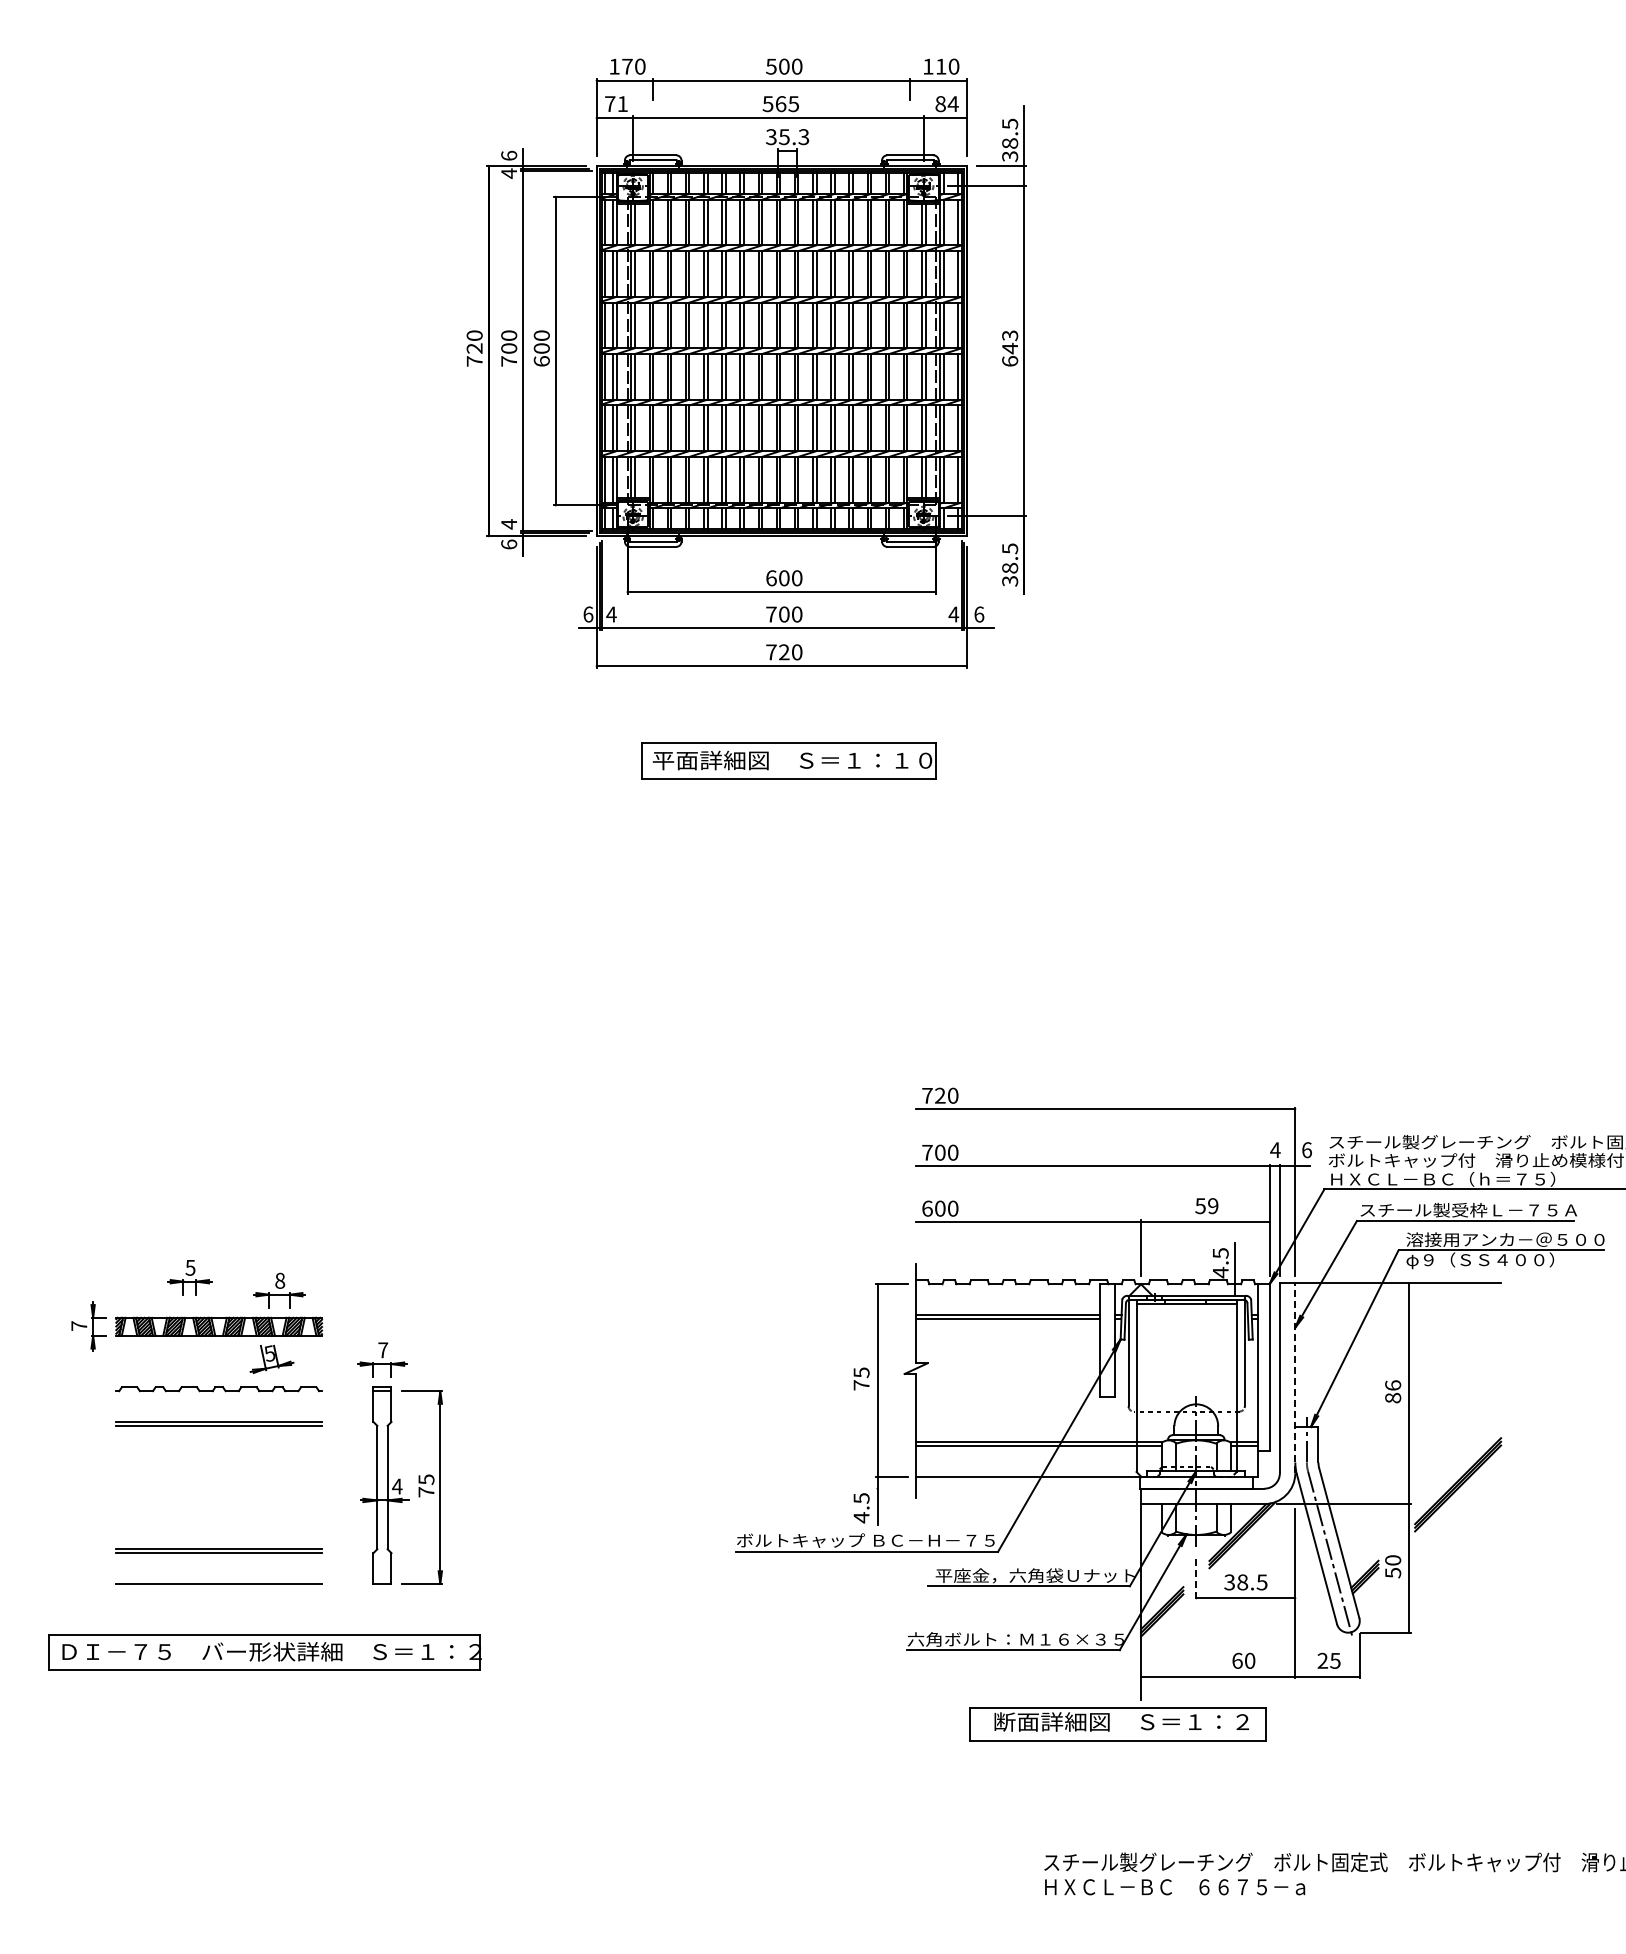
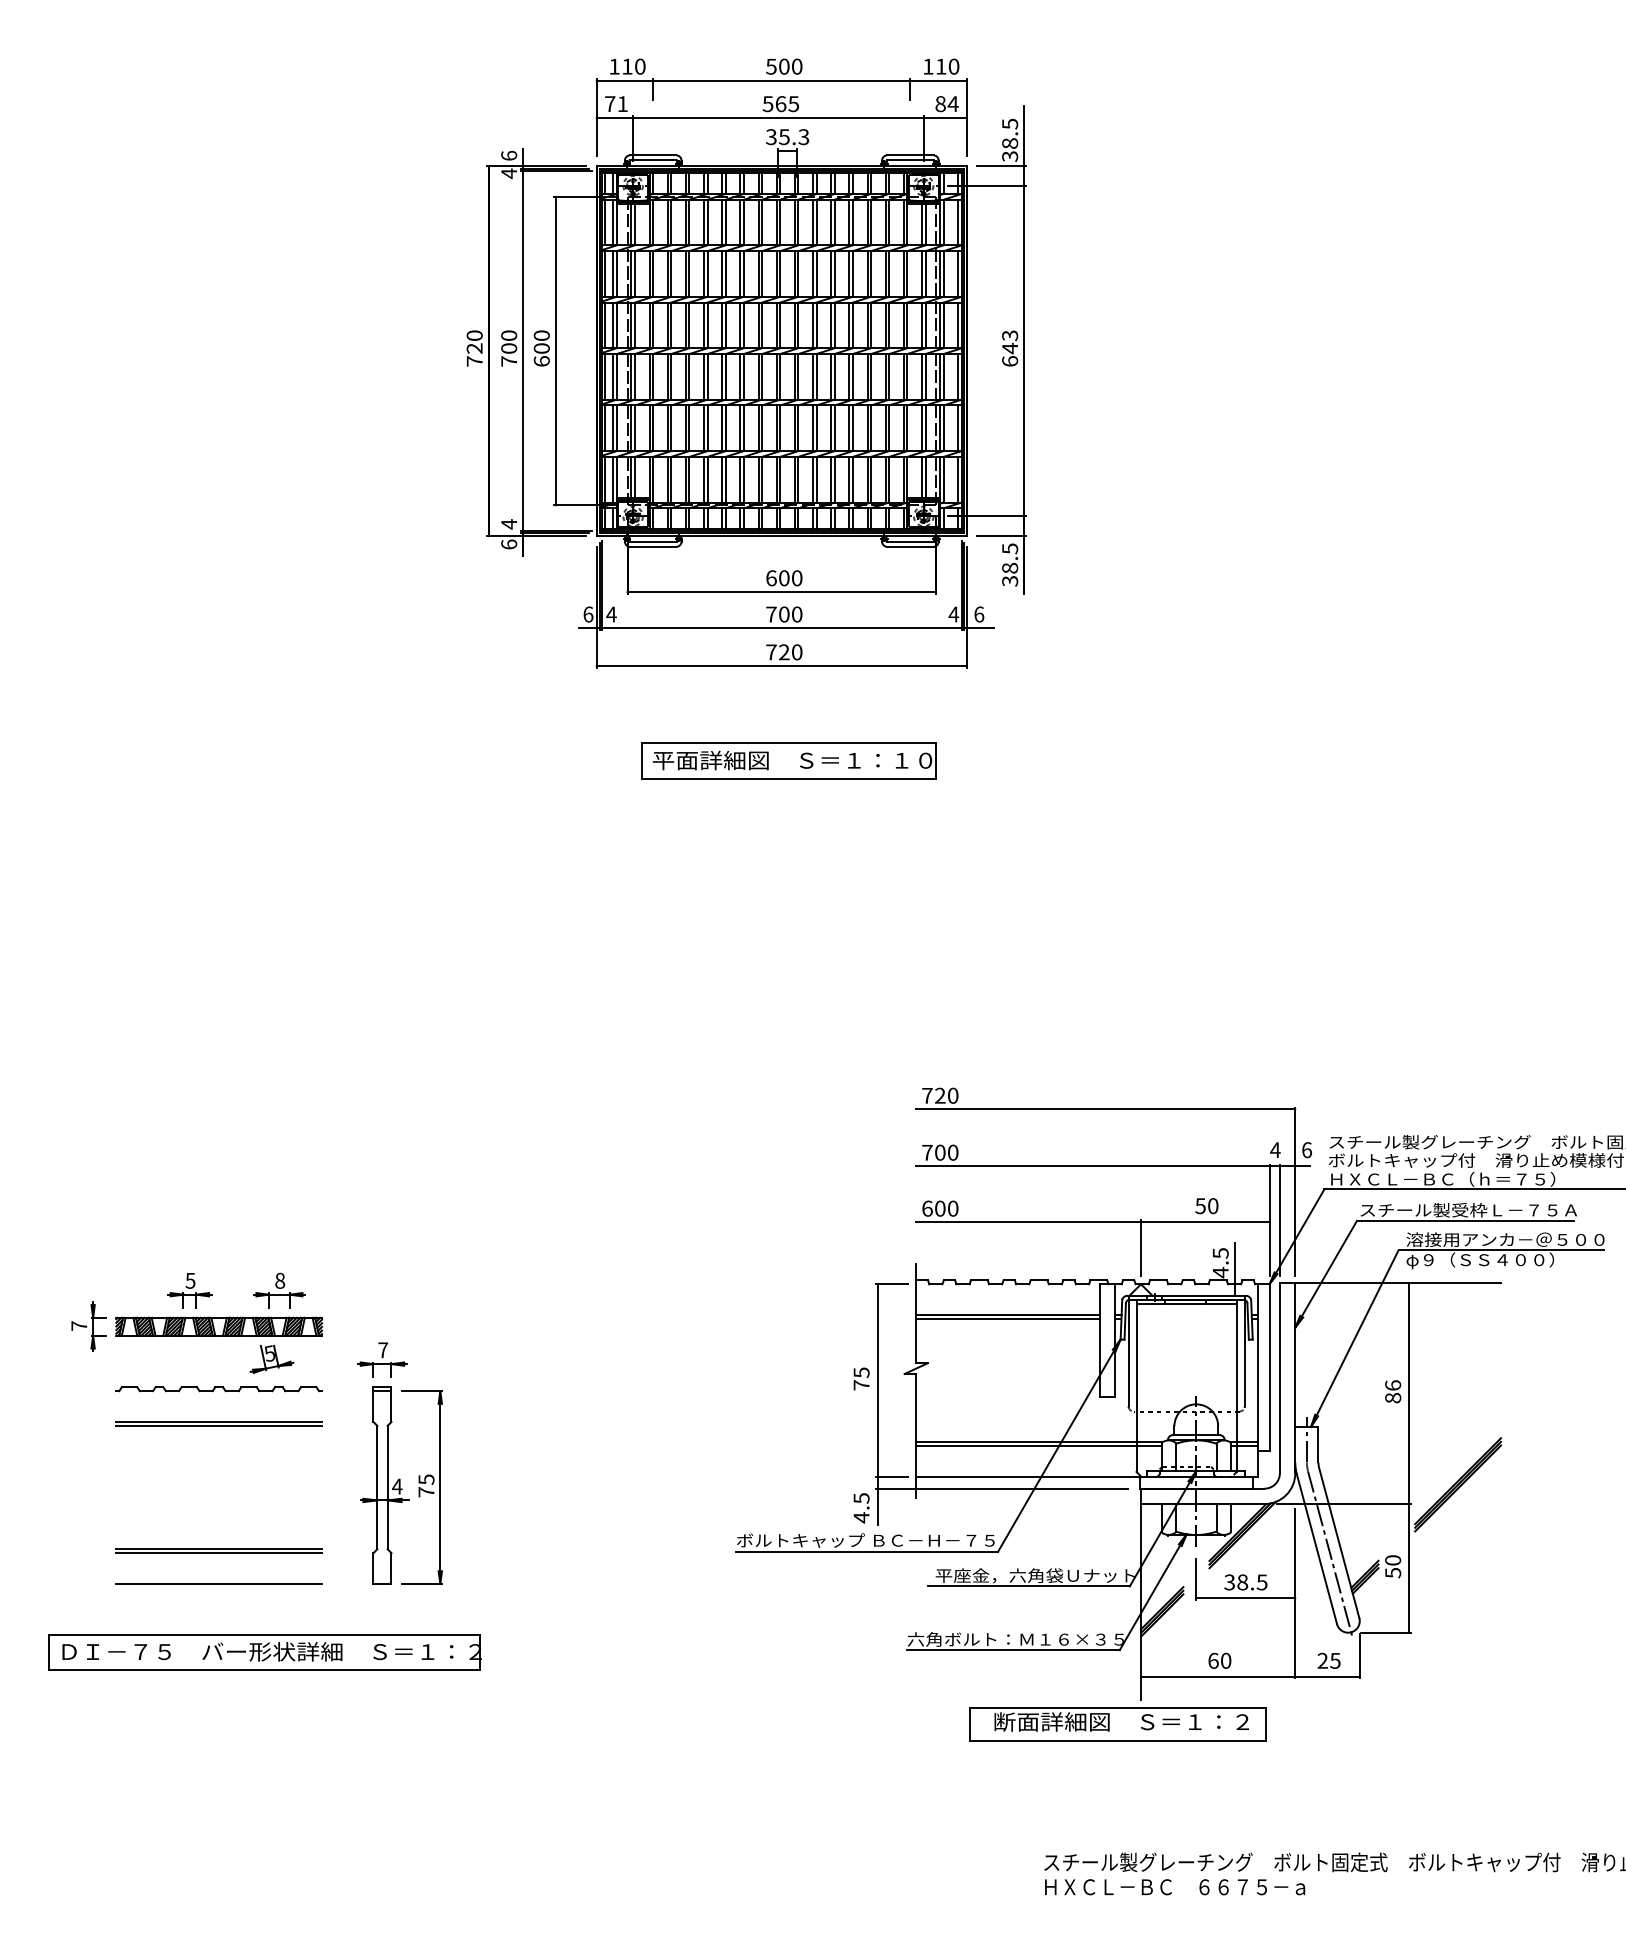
text at (627, 66): 170 -> 110
line at (1001, 536): none -> present
text at (1213, 1206): 59 -> 50
part at (189, 1277) position: (189, 1277) -> (189, 1290)
line at (1295, 1377): dashed -> solid
line at (1001, 1488): none -> present
line at (1196, 1580): dashed -> solid
text at (1243, 1660) position: (1243, 1660) -> (1219, 1660)
